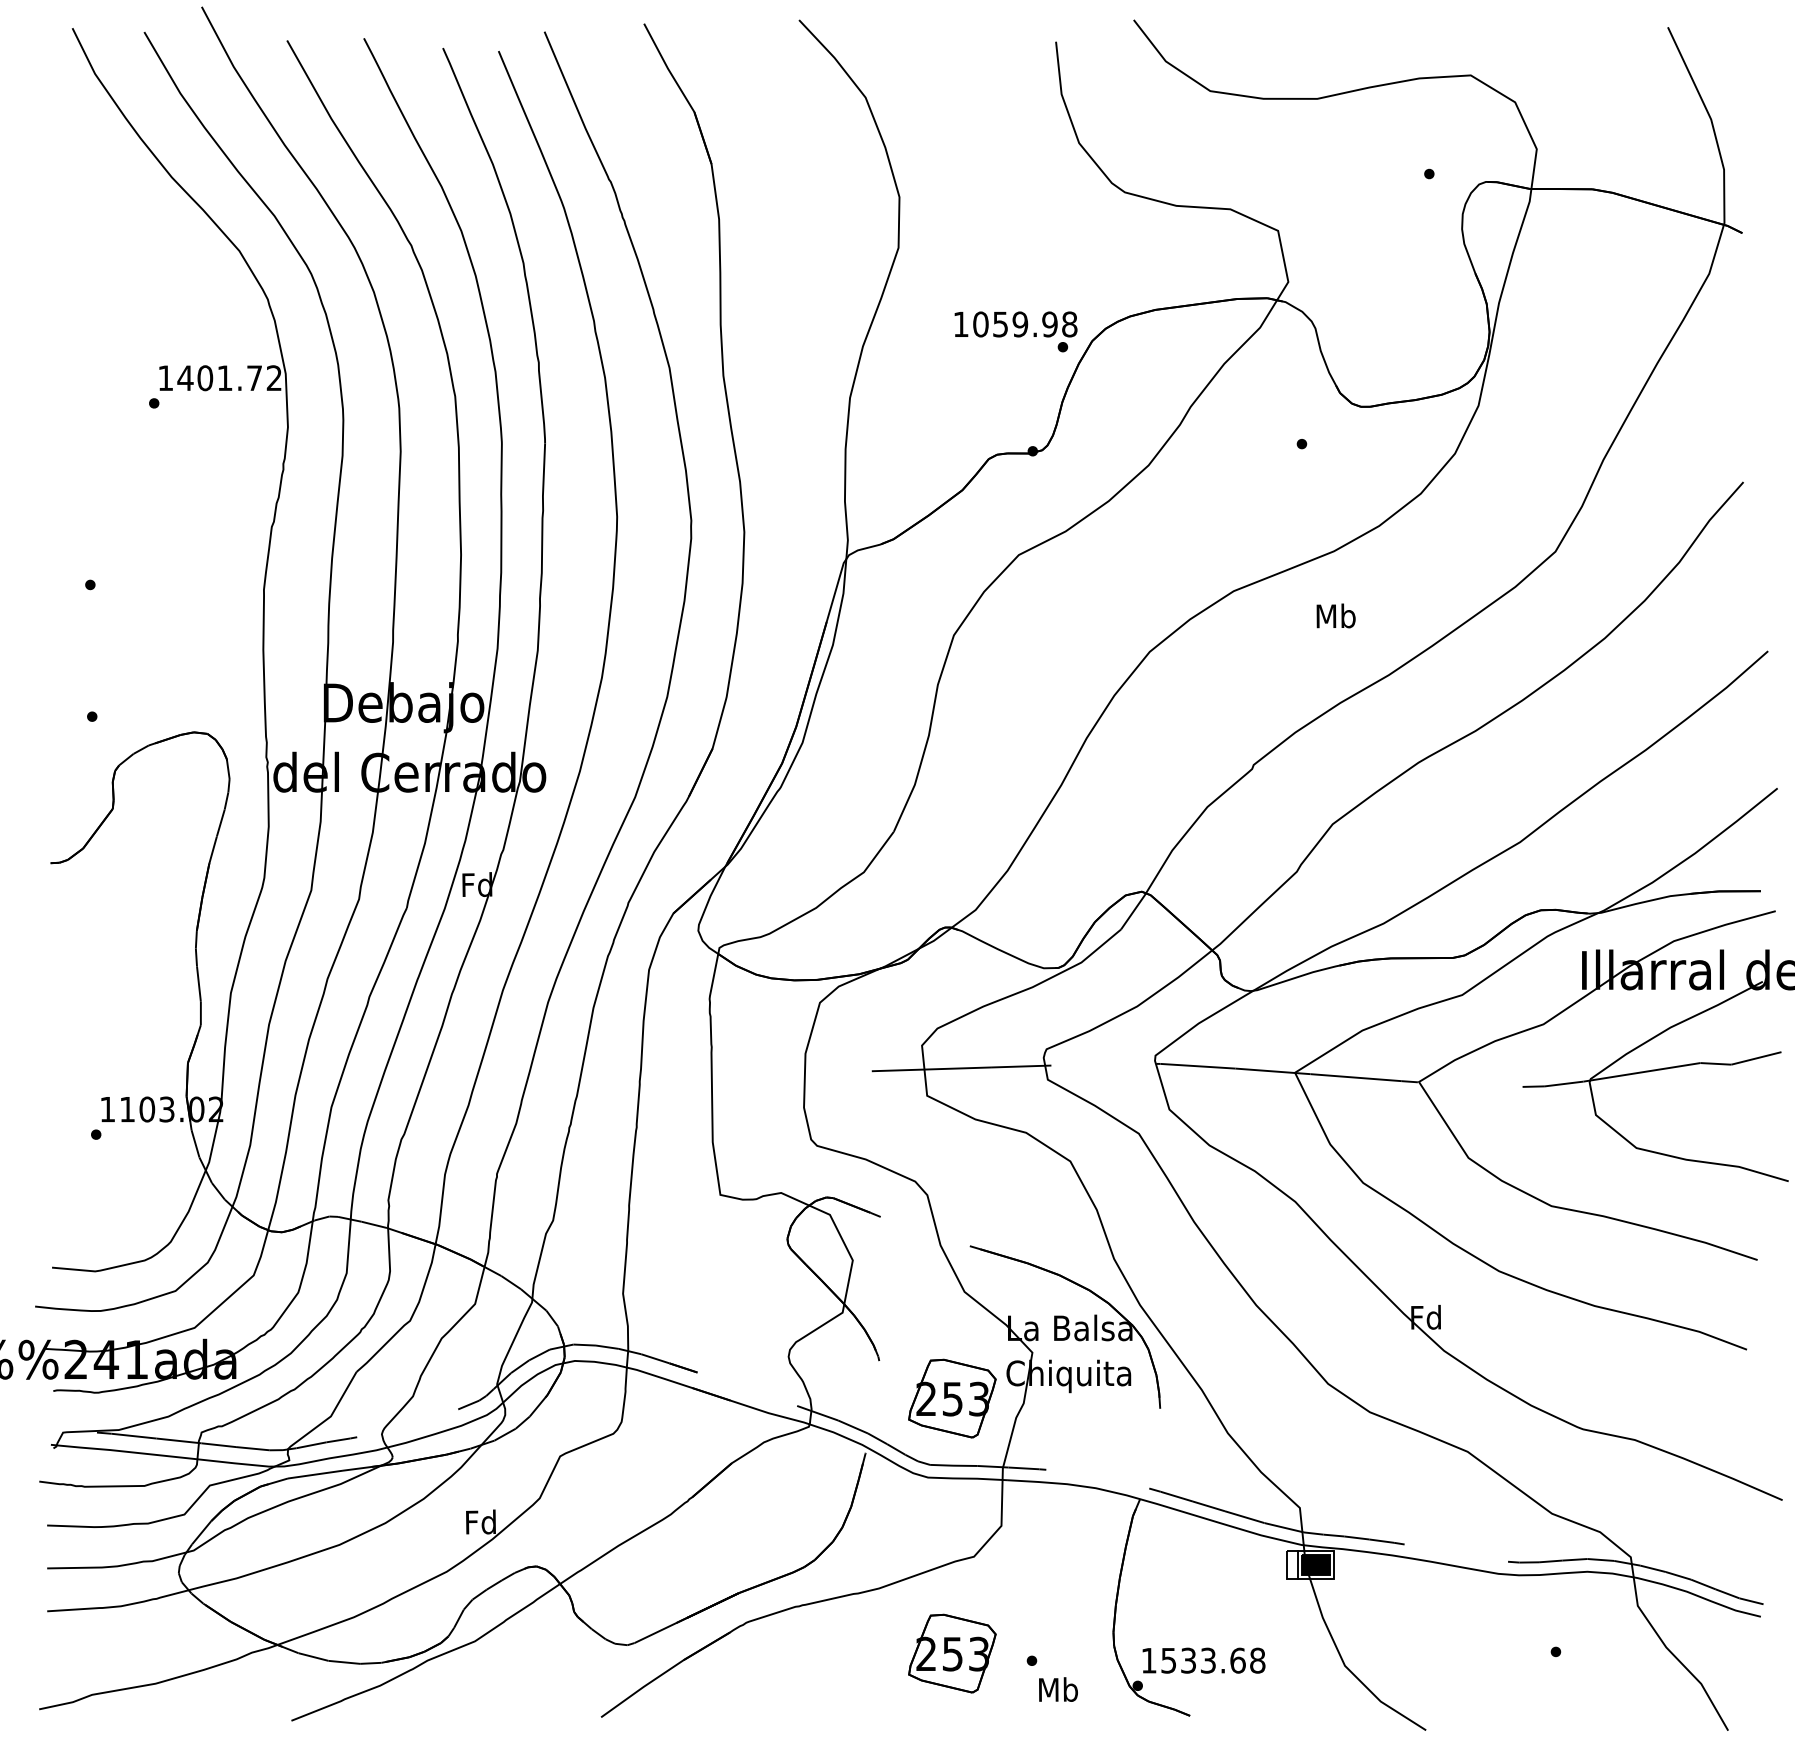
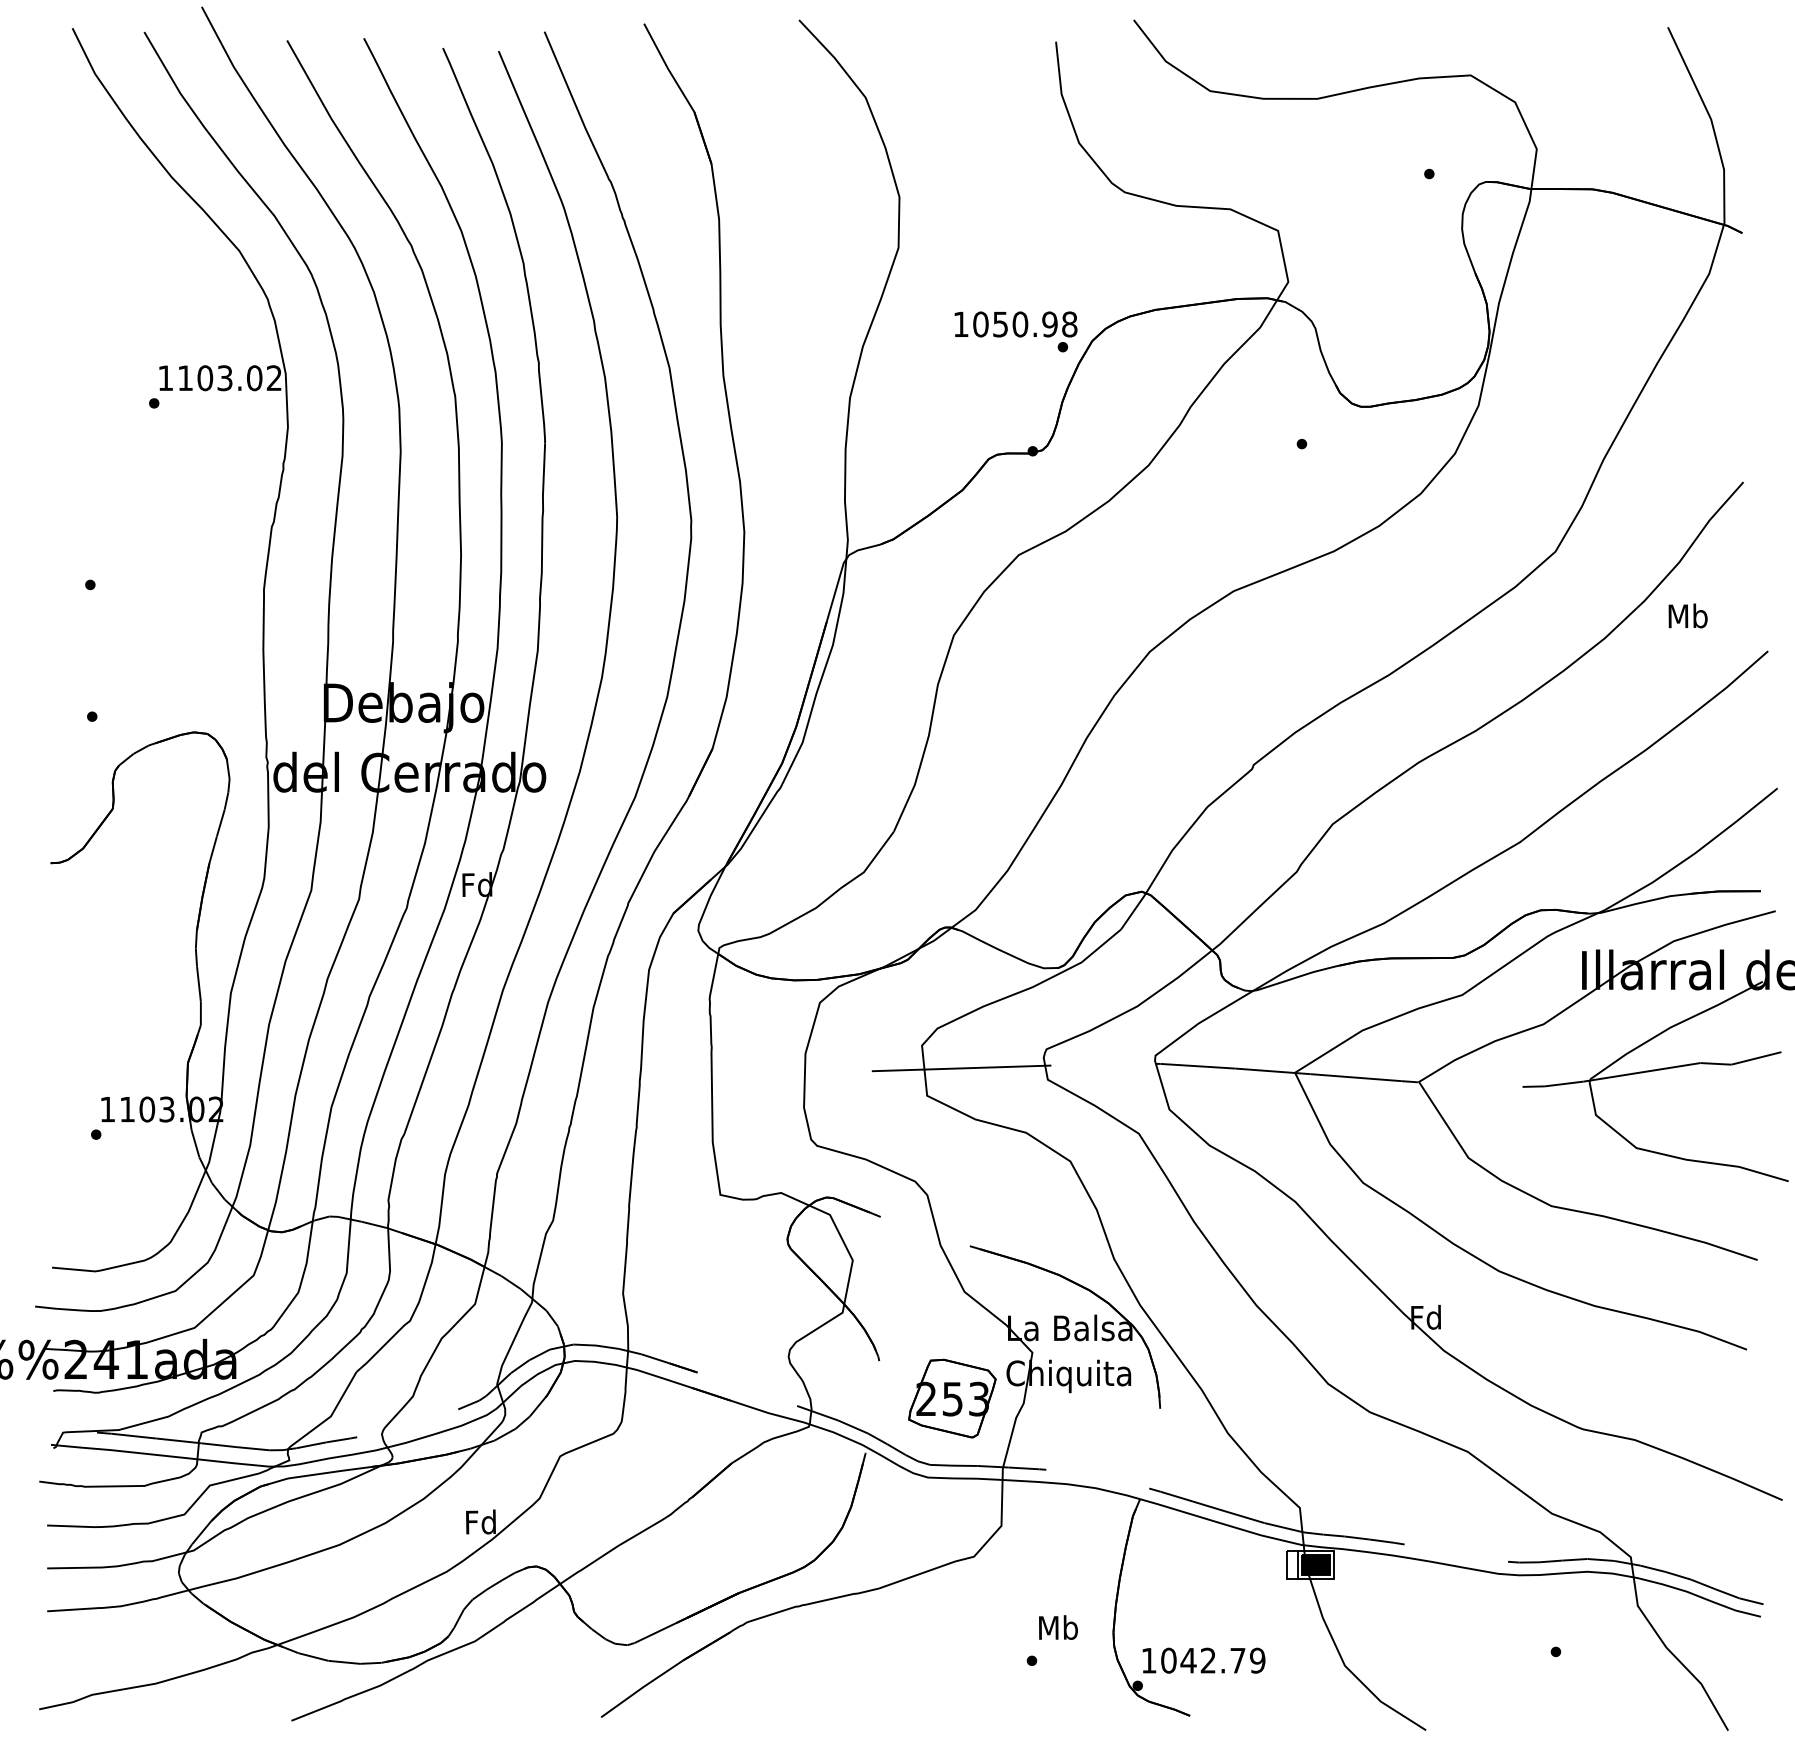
text at (1020, 324): 1059.98 -> 1050.98
text at (219, 378): 1401.72 -> 1103.02
text at (1335, 615) position: (1335, 615) -> (1687, 615)
part at (952, 1653): present -> none
text at (1213, 1660): 1533.68 -> 1042.79
text at (1058, 1689) position: (1058, 1689) -> (1058, 1627)
